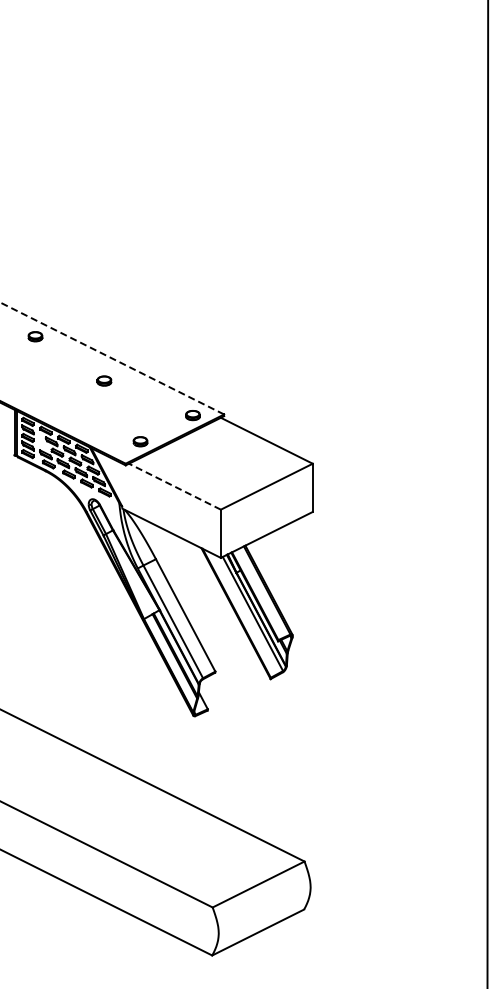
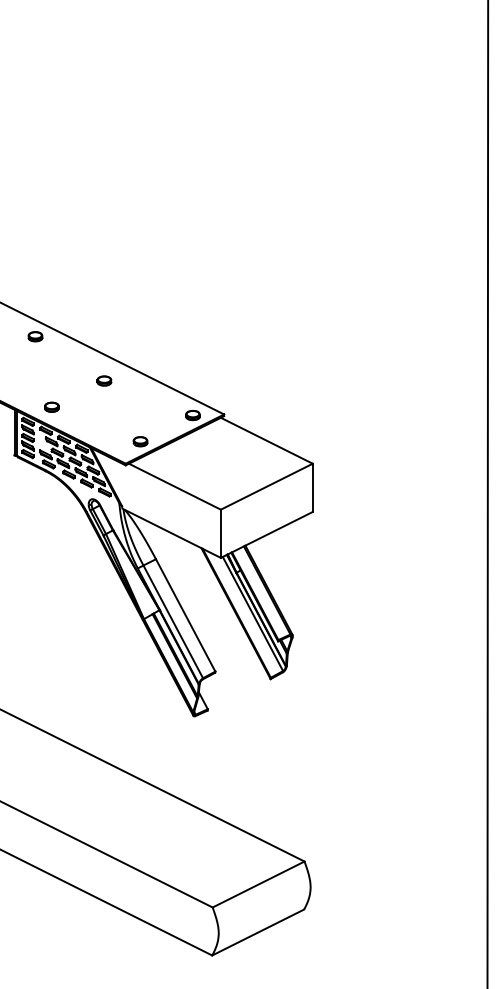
line at (112, 358): dashed -> solid
part at (51, 406): none -> present
line at (174, 486): dashed -> solid
